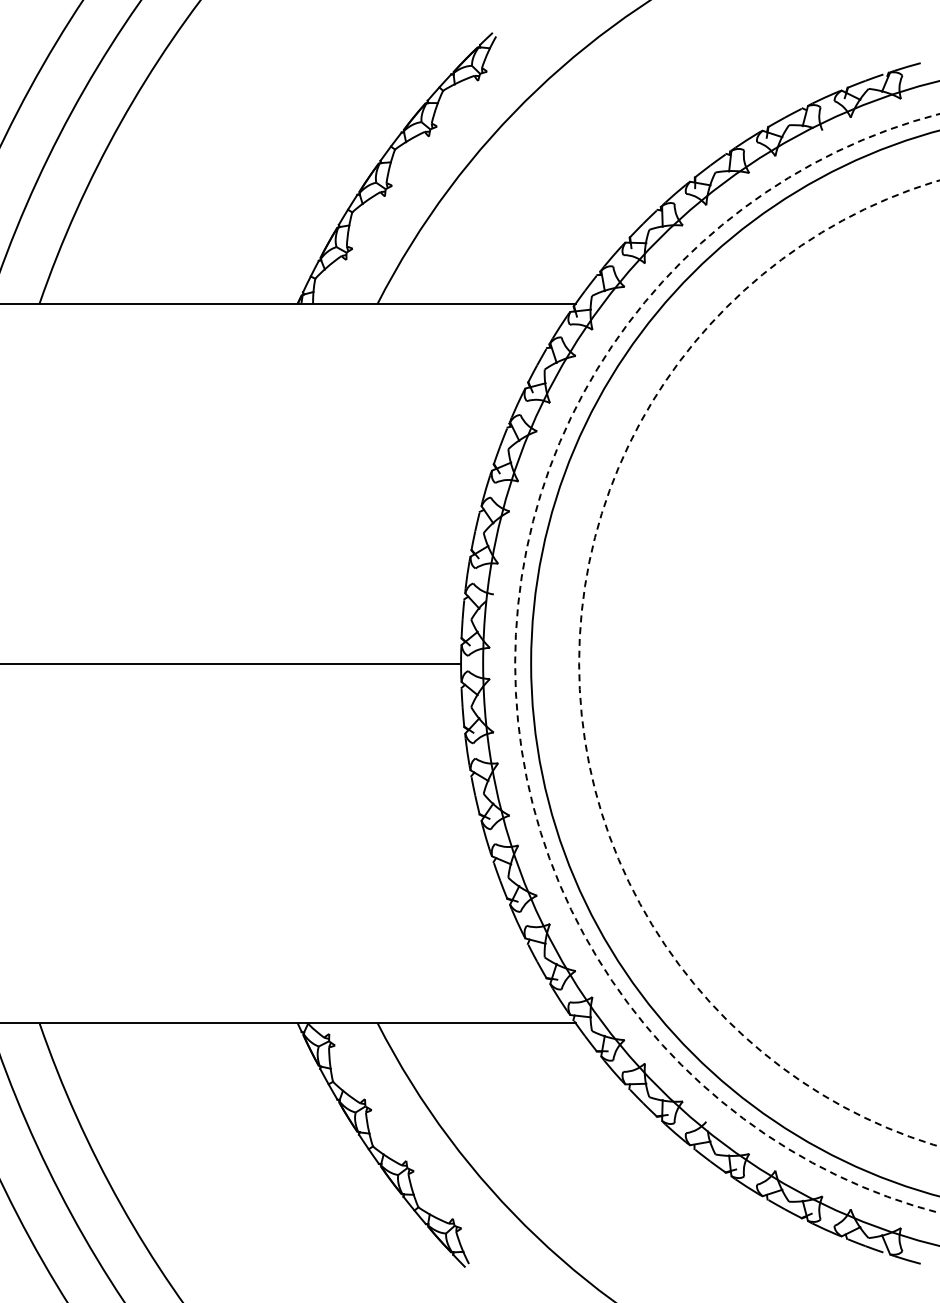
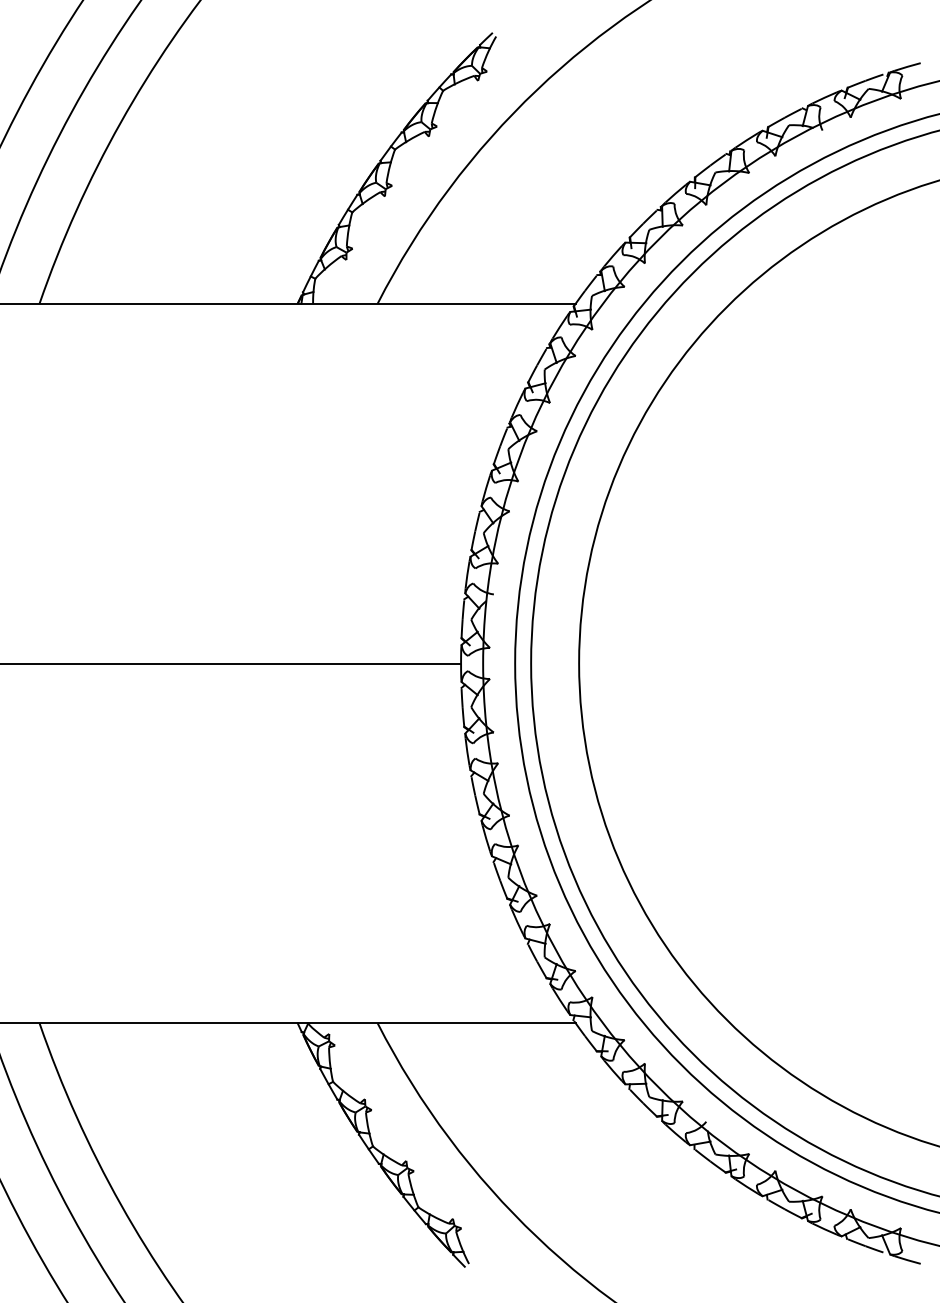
arc at (515, 663): dashed -> solid
arc at (579, 663): dashed -> solid
